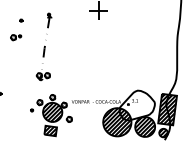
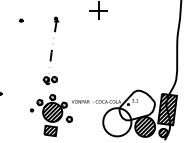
part at (16, 37): present -> none
part at (43, 46) position: (43, 46) -> (50, 50)
hatch at (117, 122): present -> none
